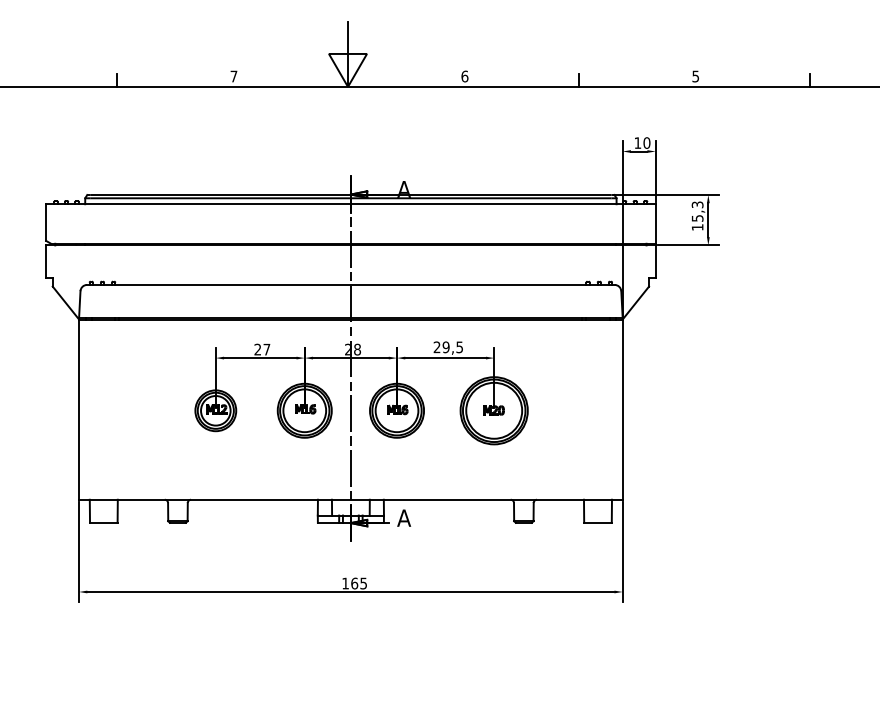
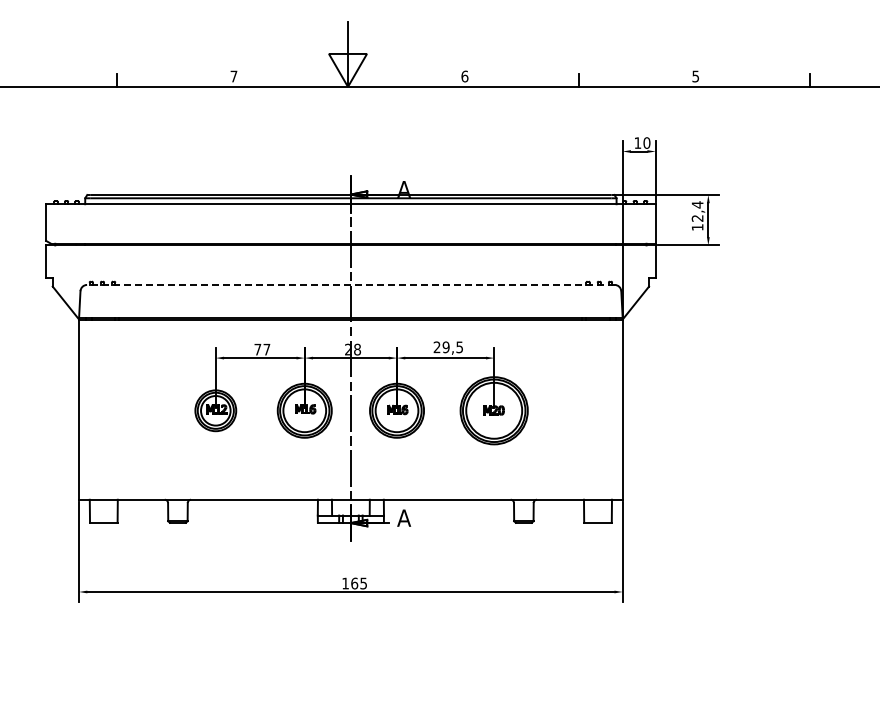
text at (697, 211): 15,3 -> 12,4
line at (350, 284): solid -> dashed
text at (257, 349): 27 -> 77
